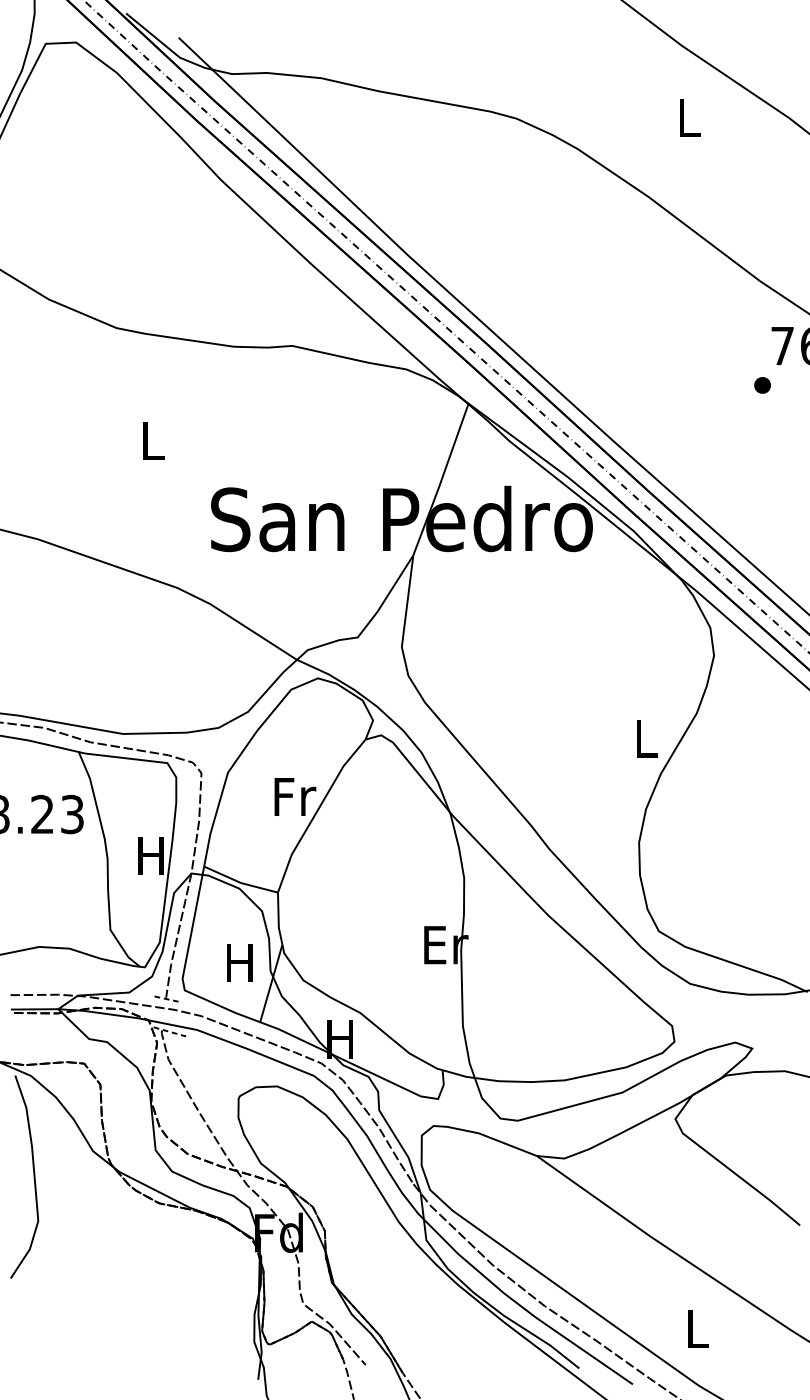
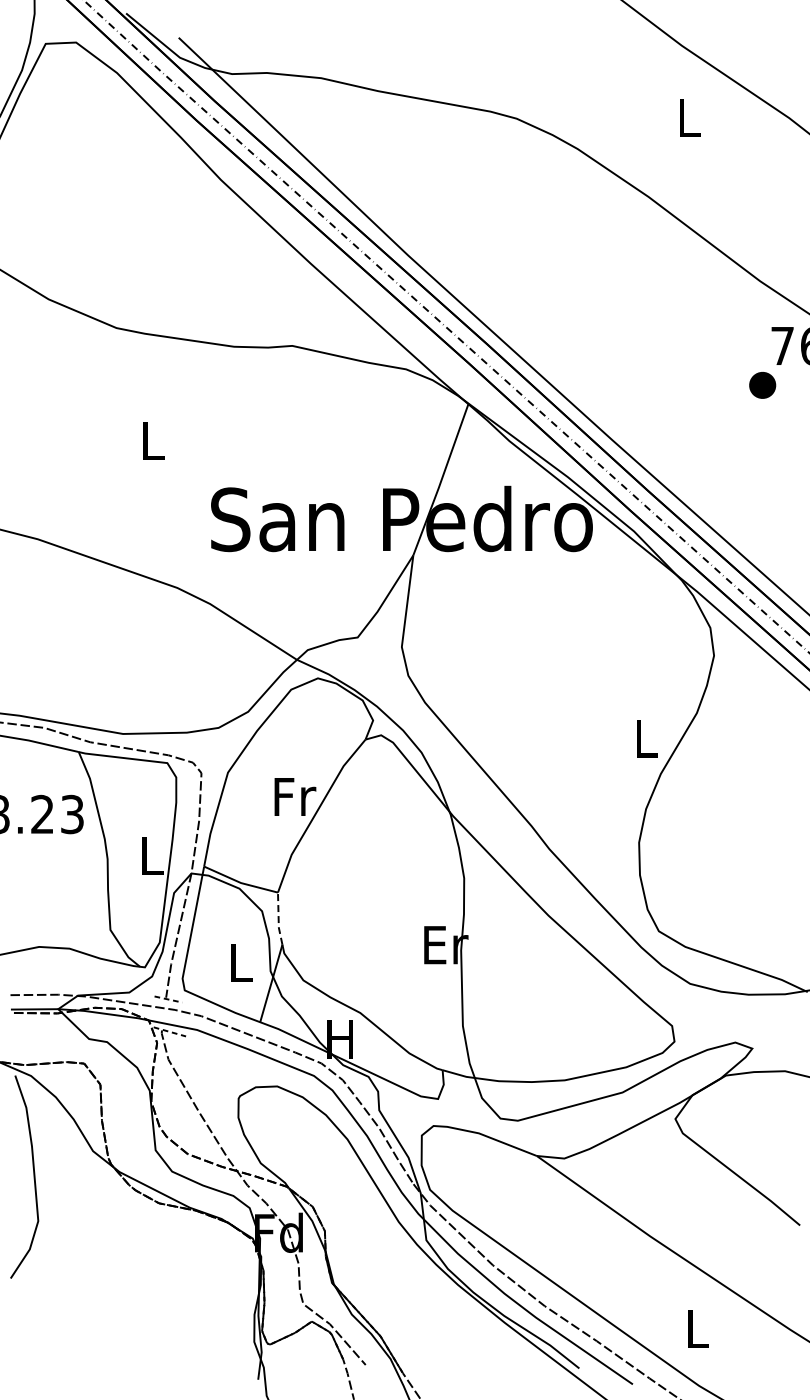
part at (762, 385) size: 17x17 px -> 28x27 px
text at (150, 855): H -> L
line at (278, 919): solid -> dashed
text at (239, 962): H -> L
